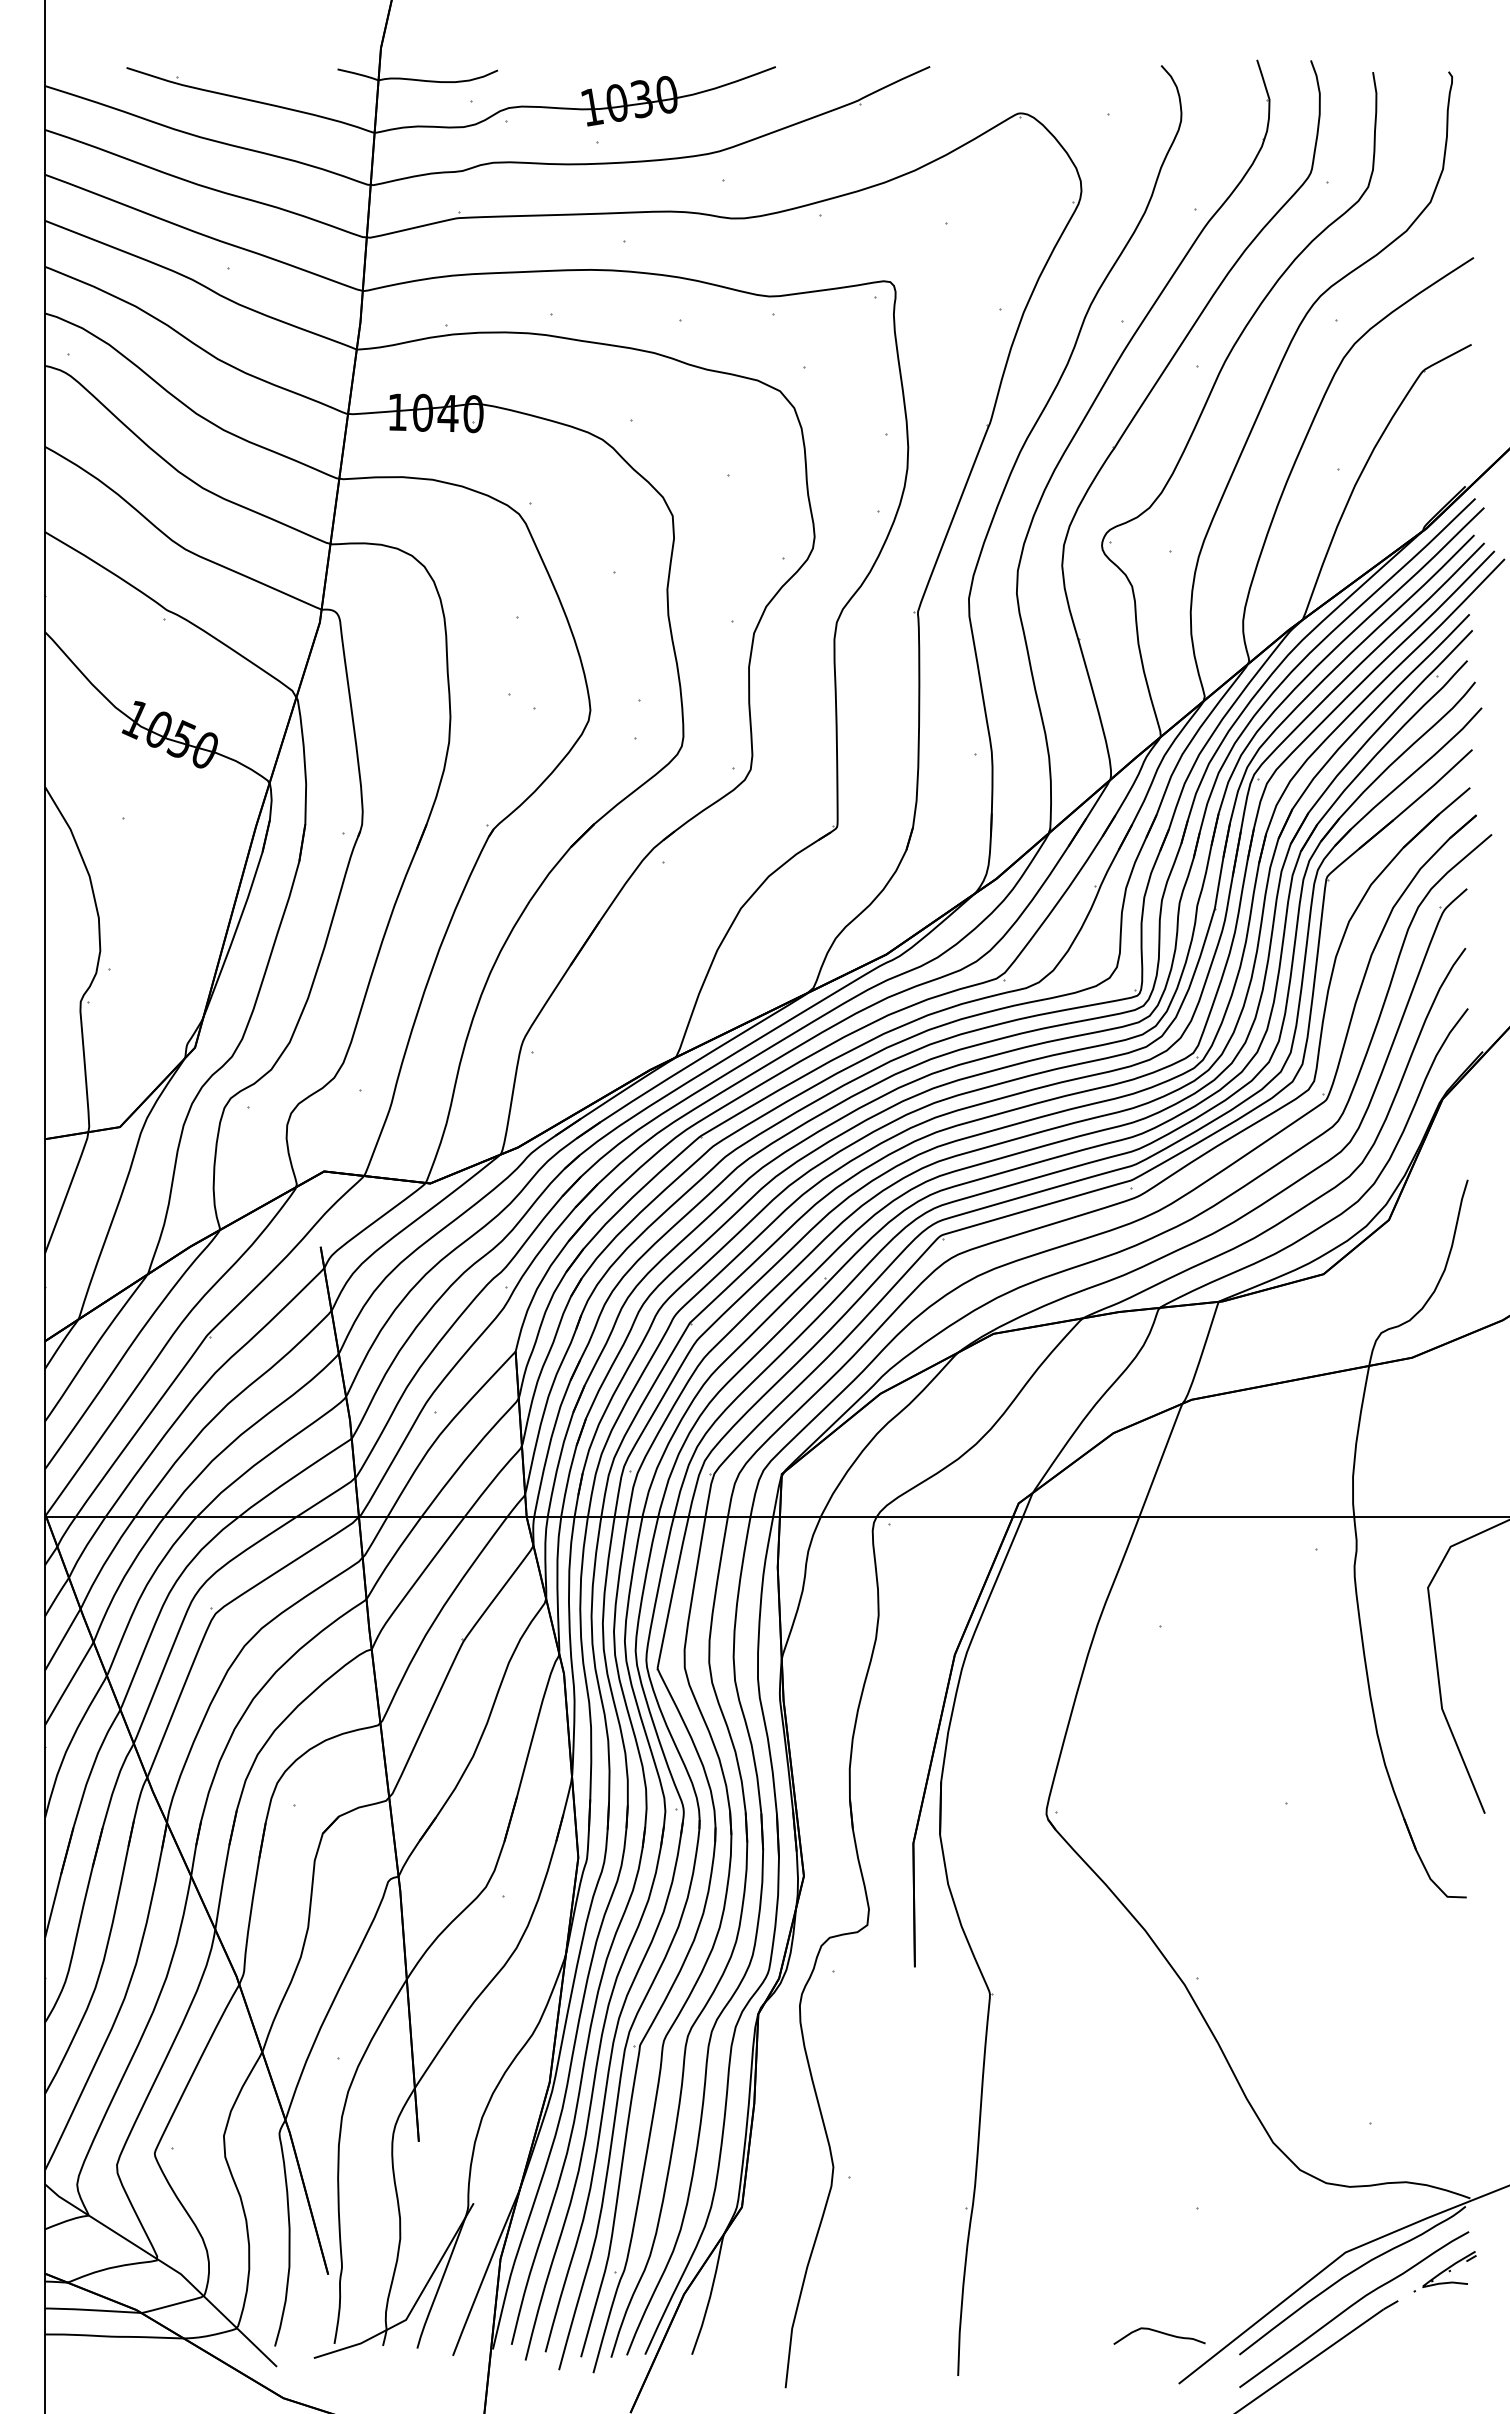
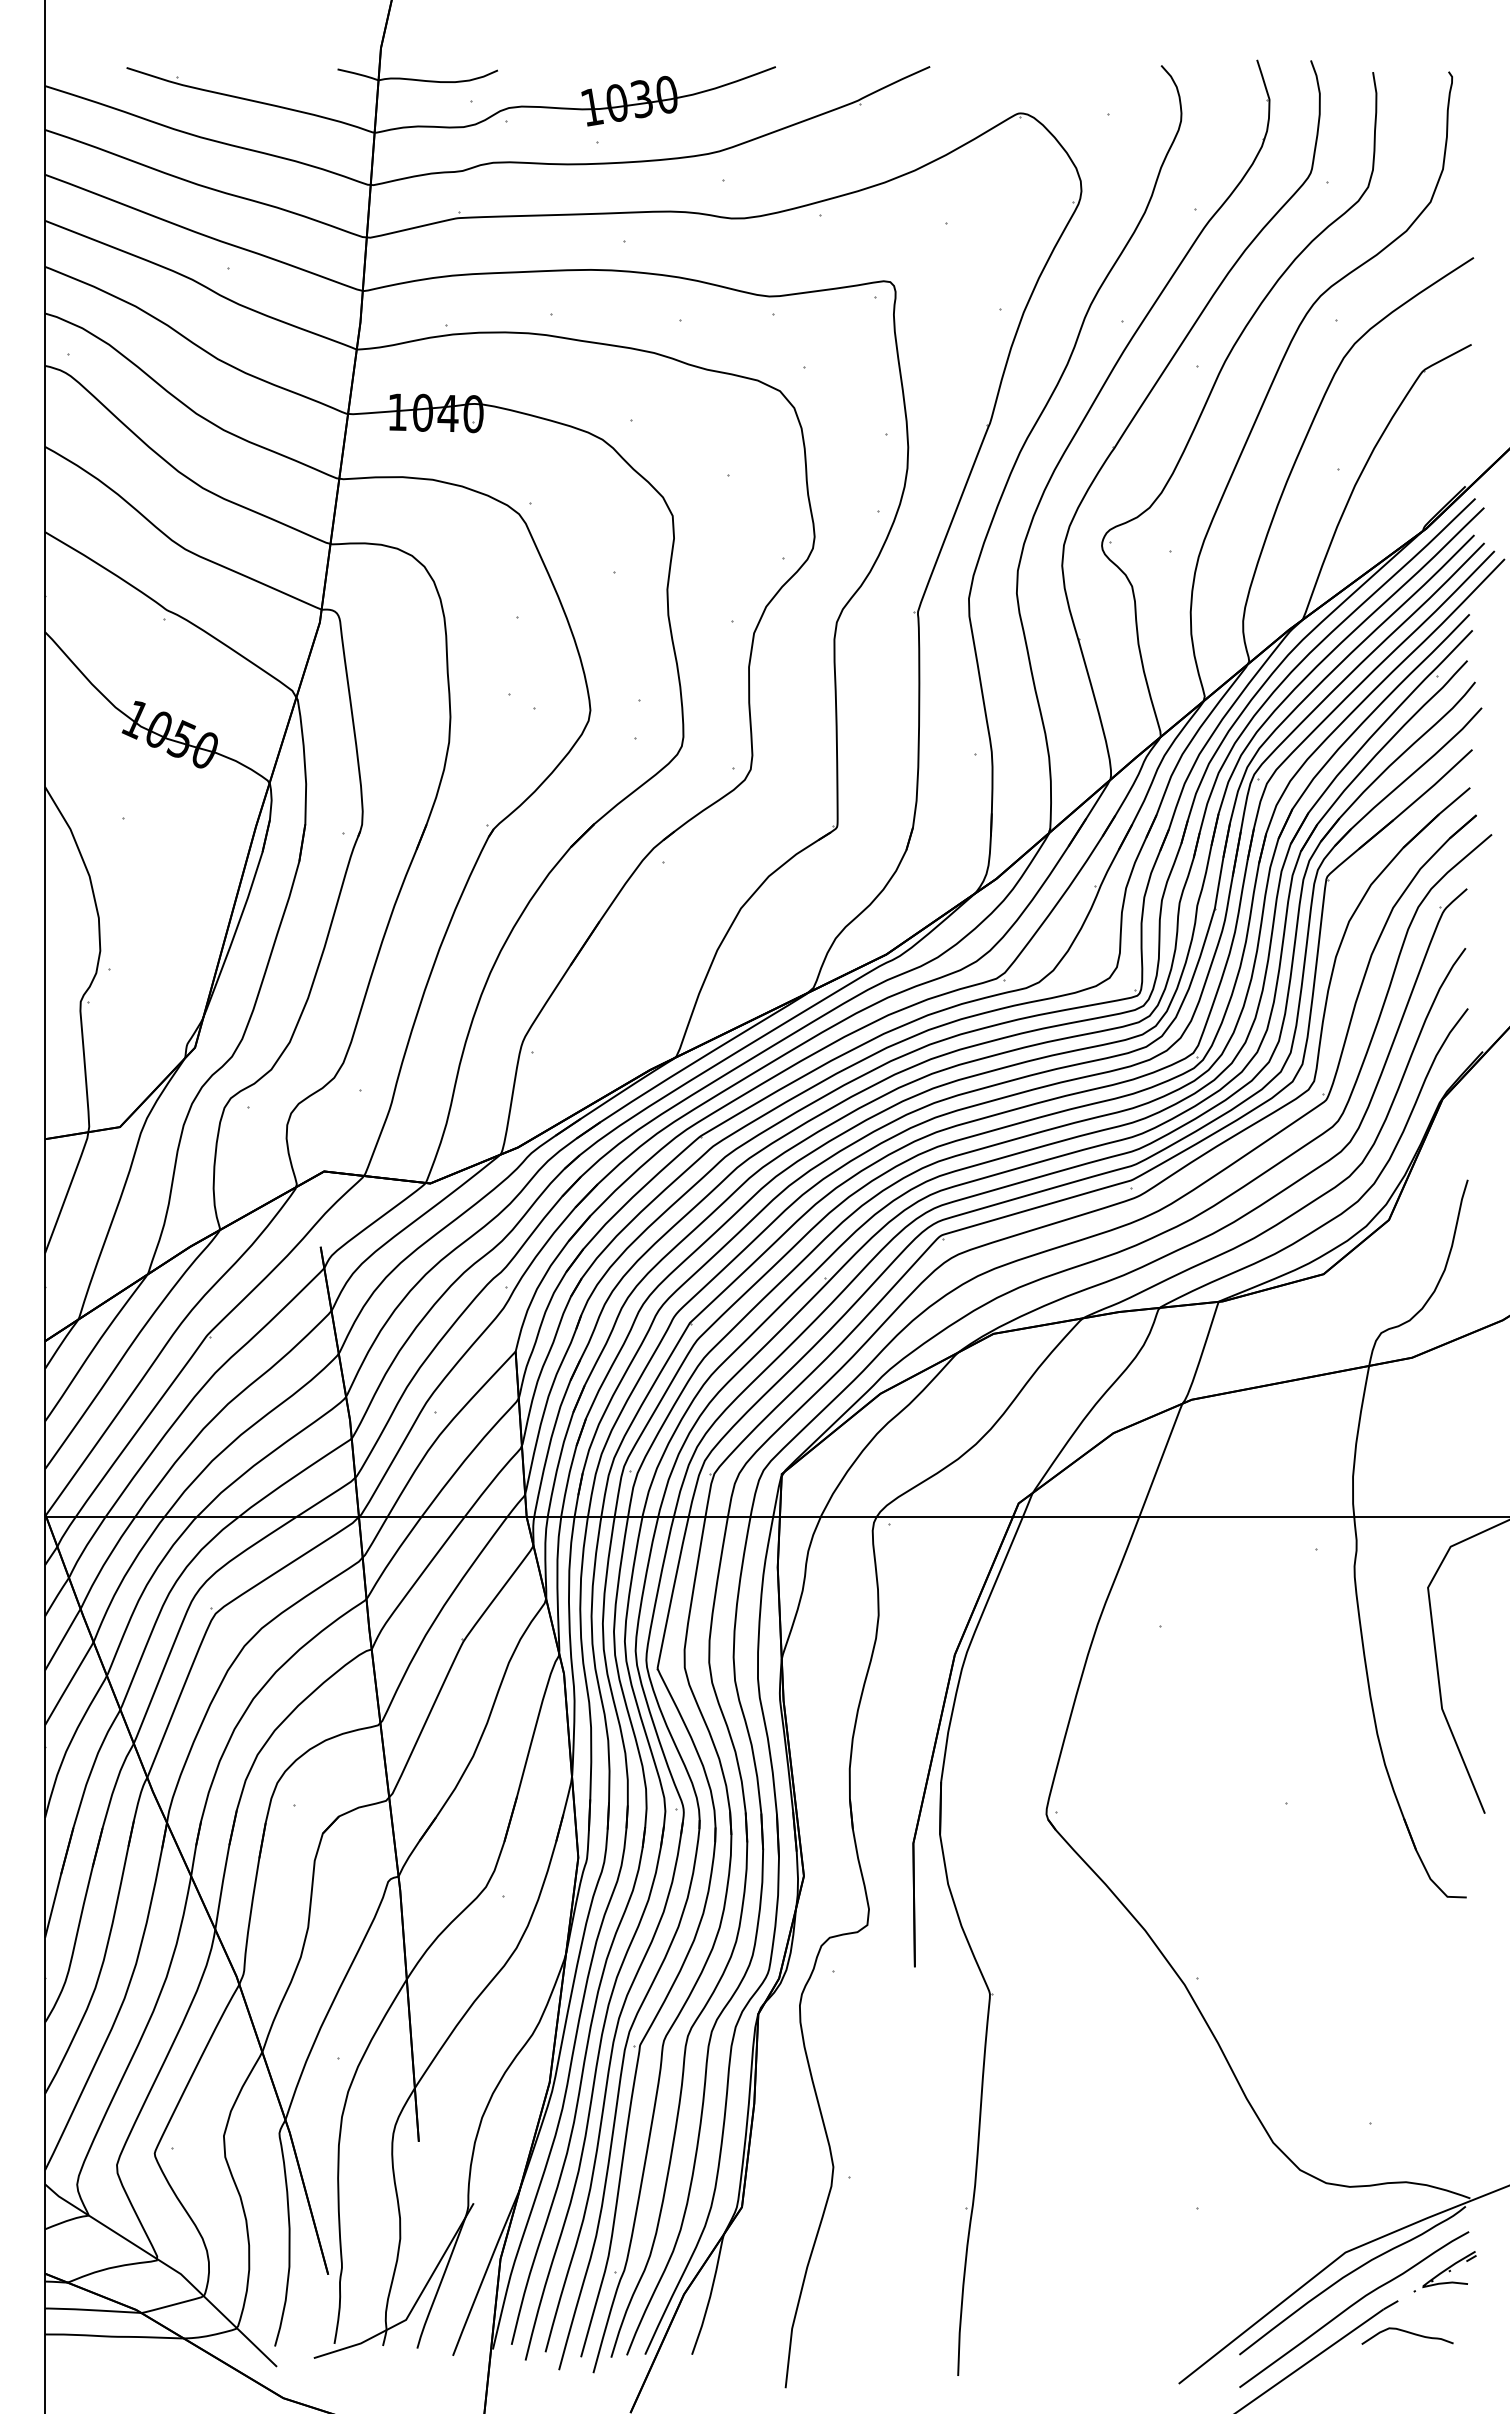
curve at (1160, 2333) position: (1160, 2333) -> (1408, 2333)
